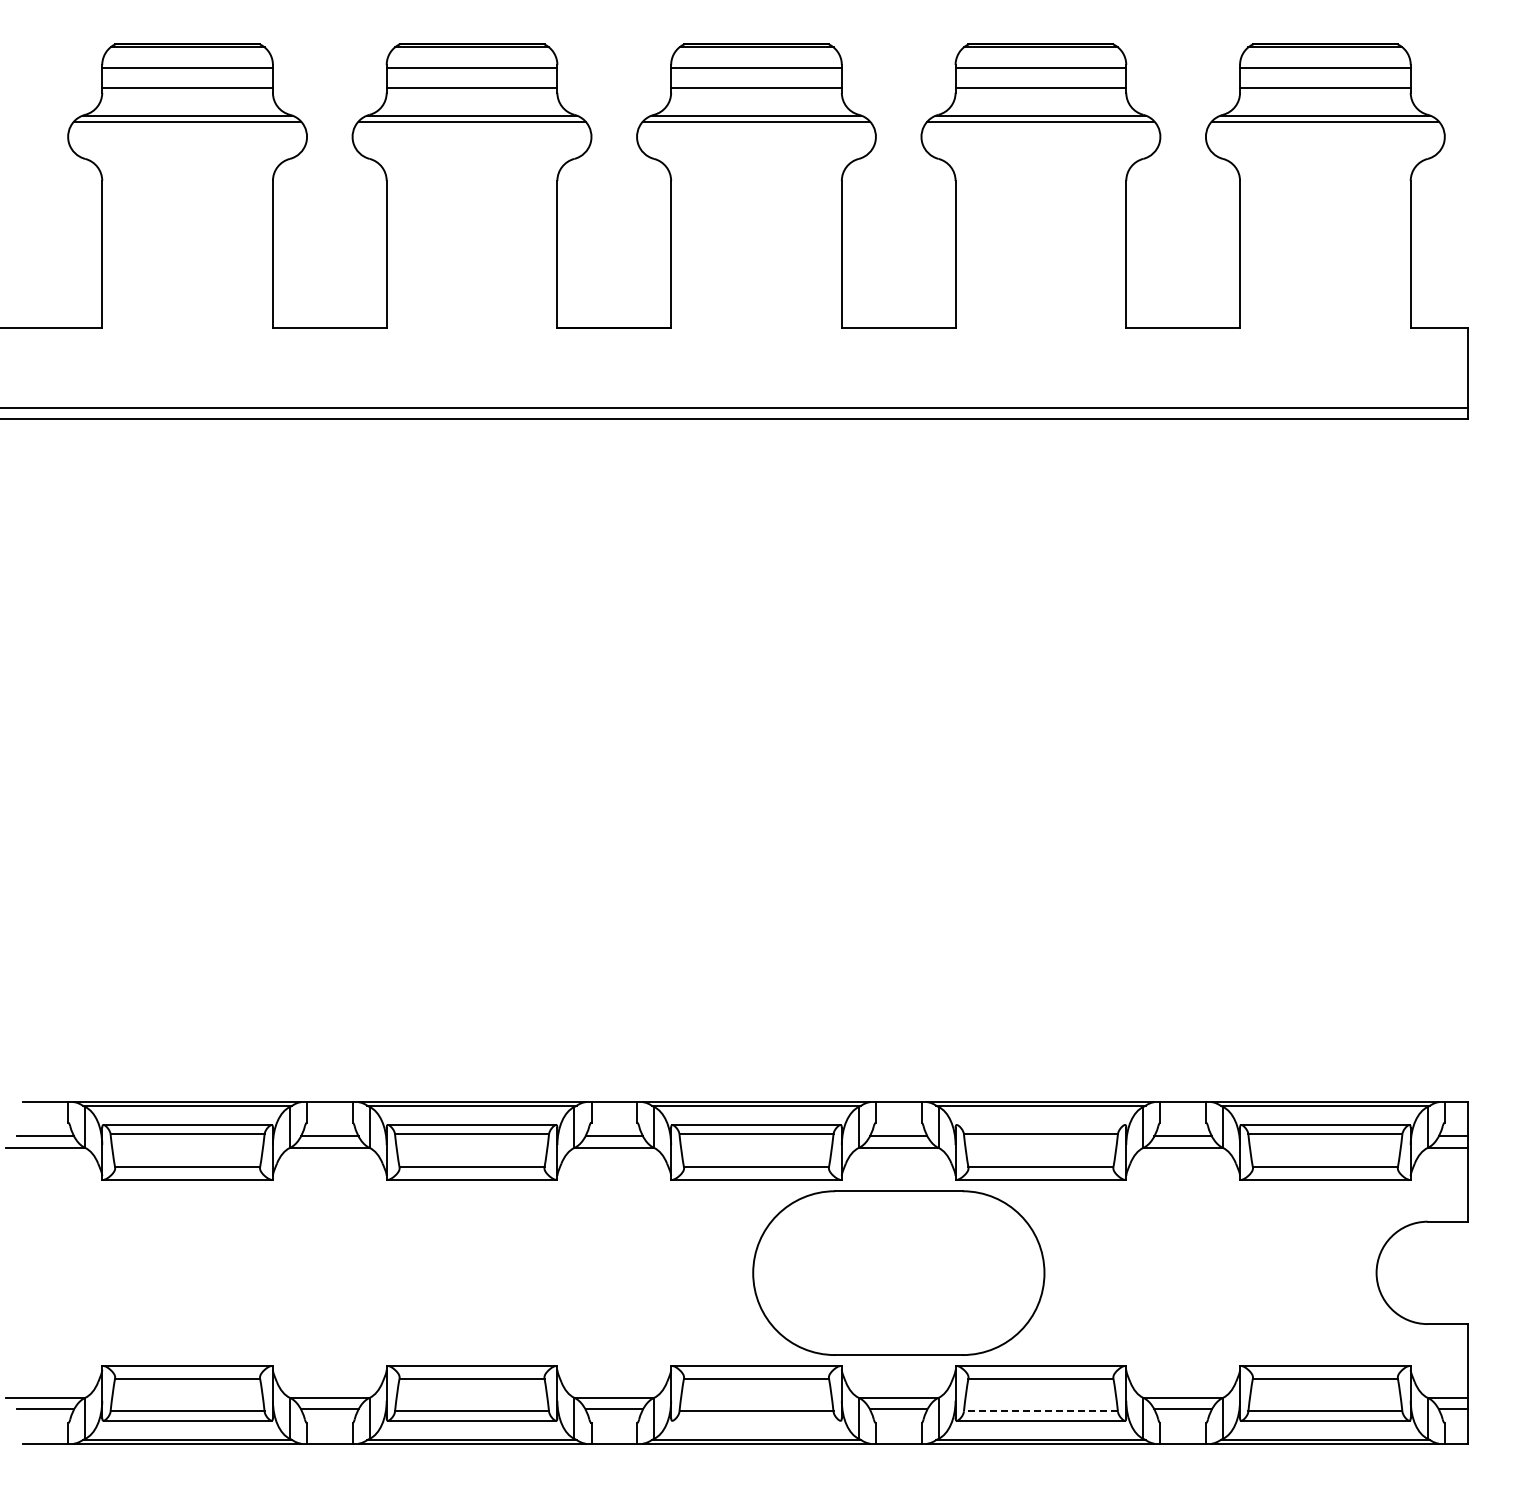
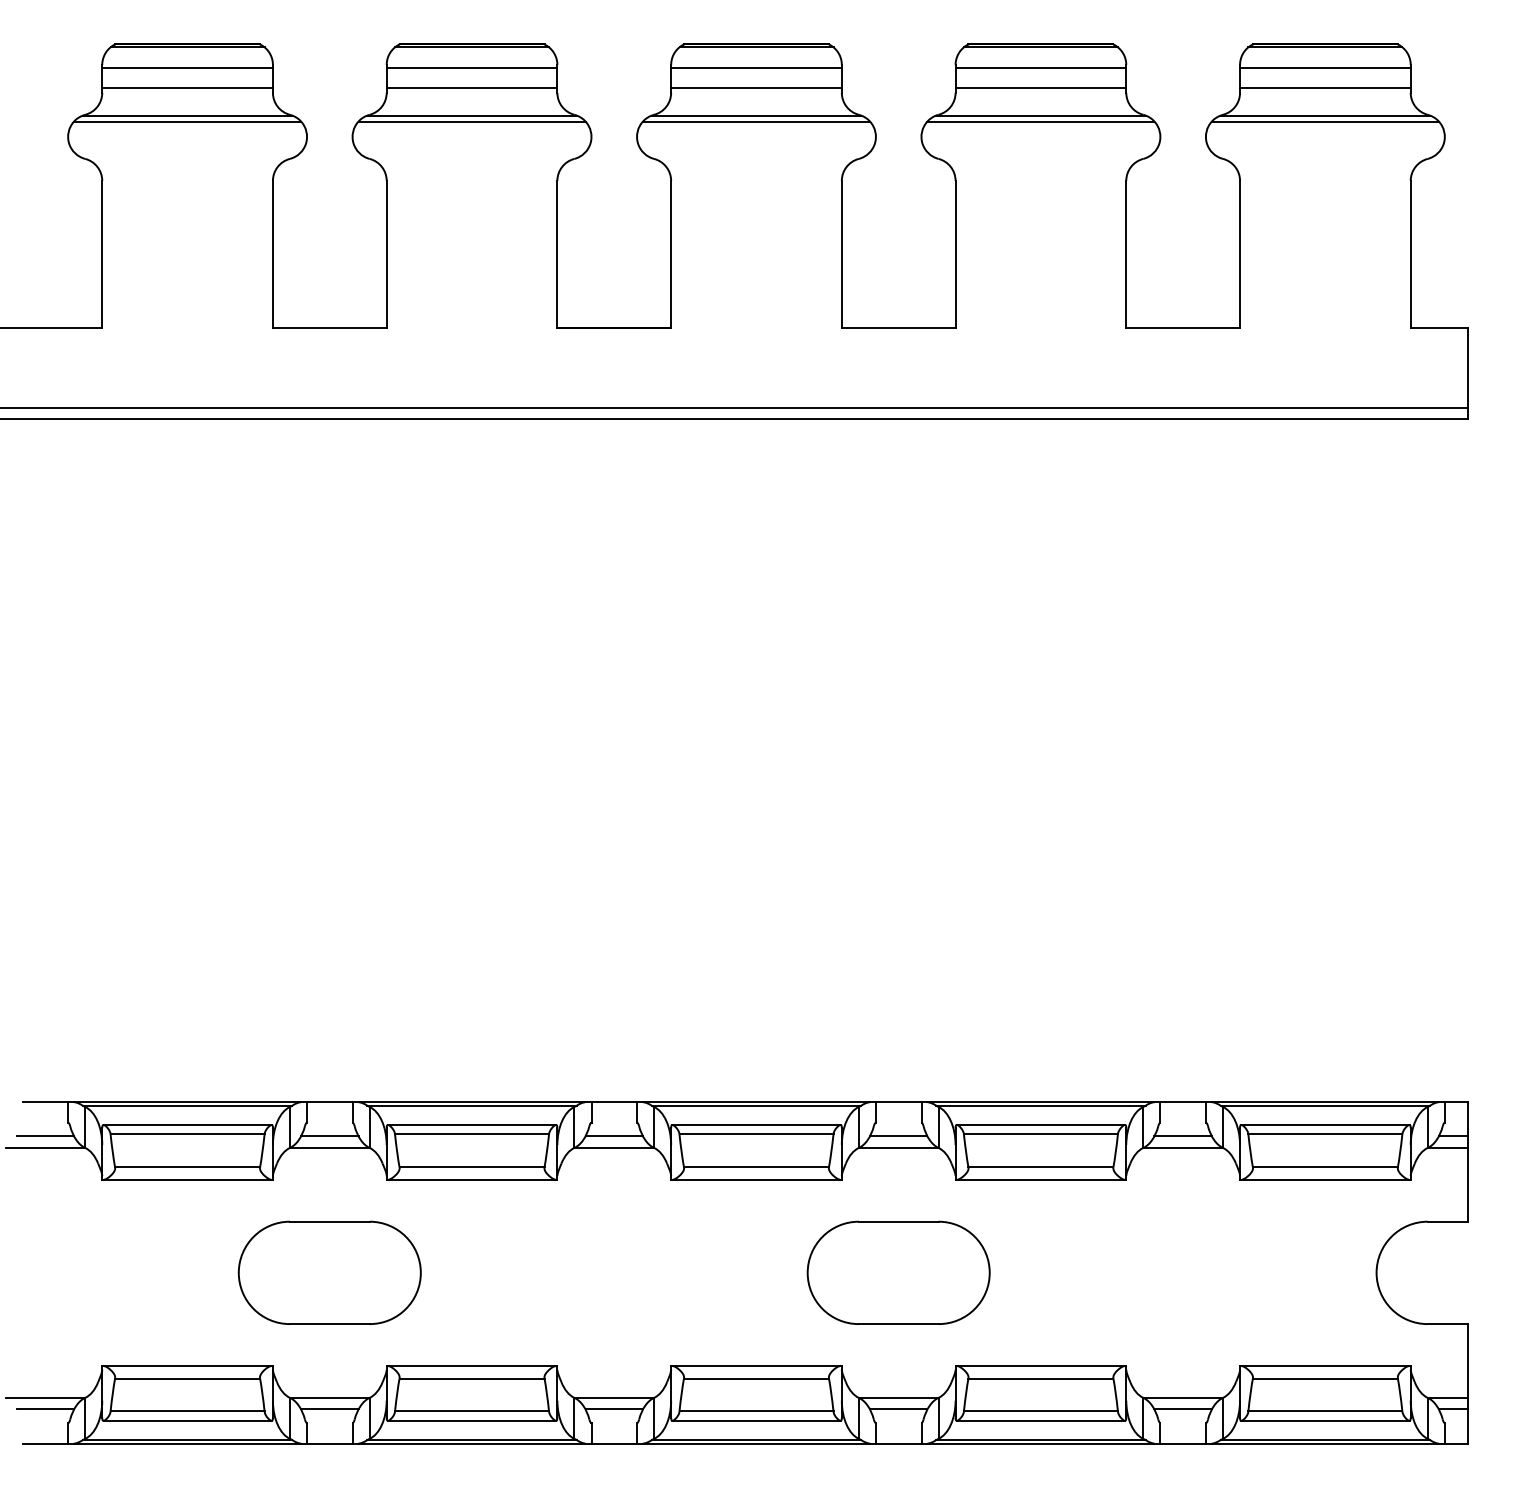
line at (1040, 1125): none -> present
part at (329, 1272): none -> present
part at (898, 1272) size: 294x166 px -> 185x105 px
line at (1040, 1411): dashed -> solid
line at (756, 1420): none -> present
